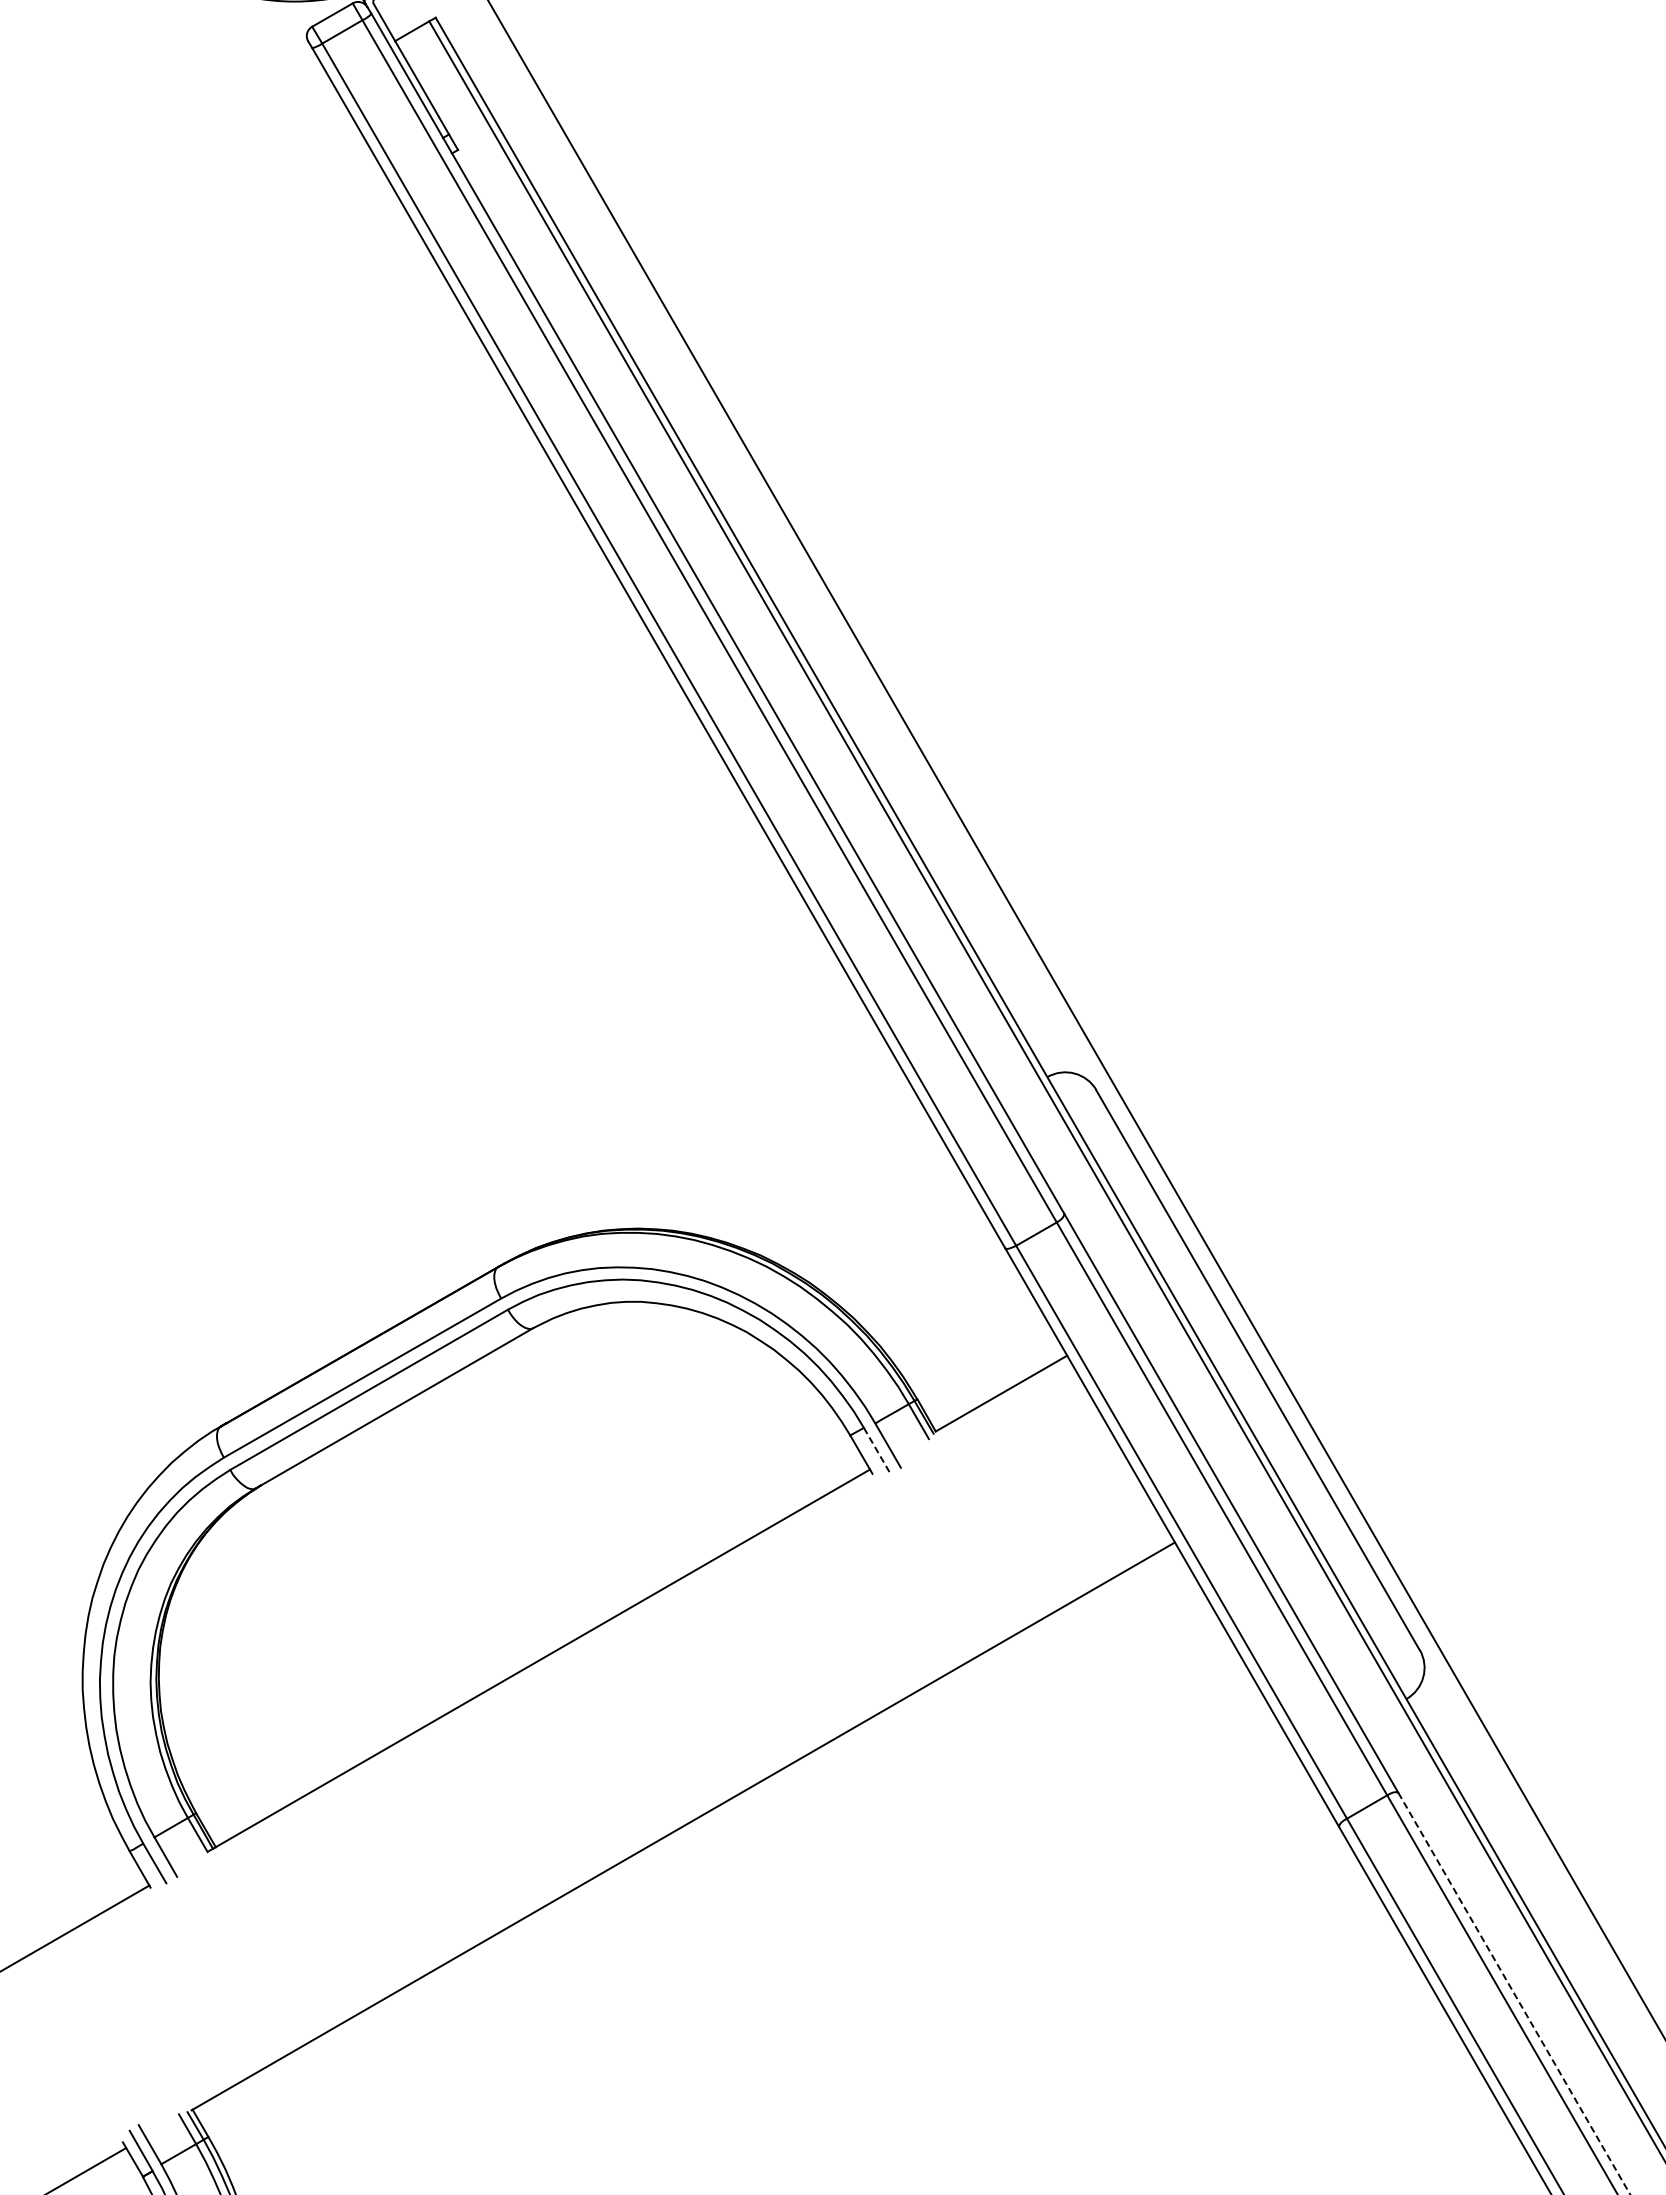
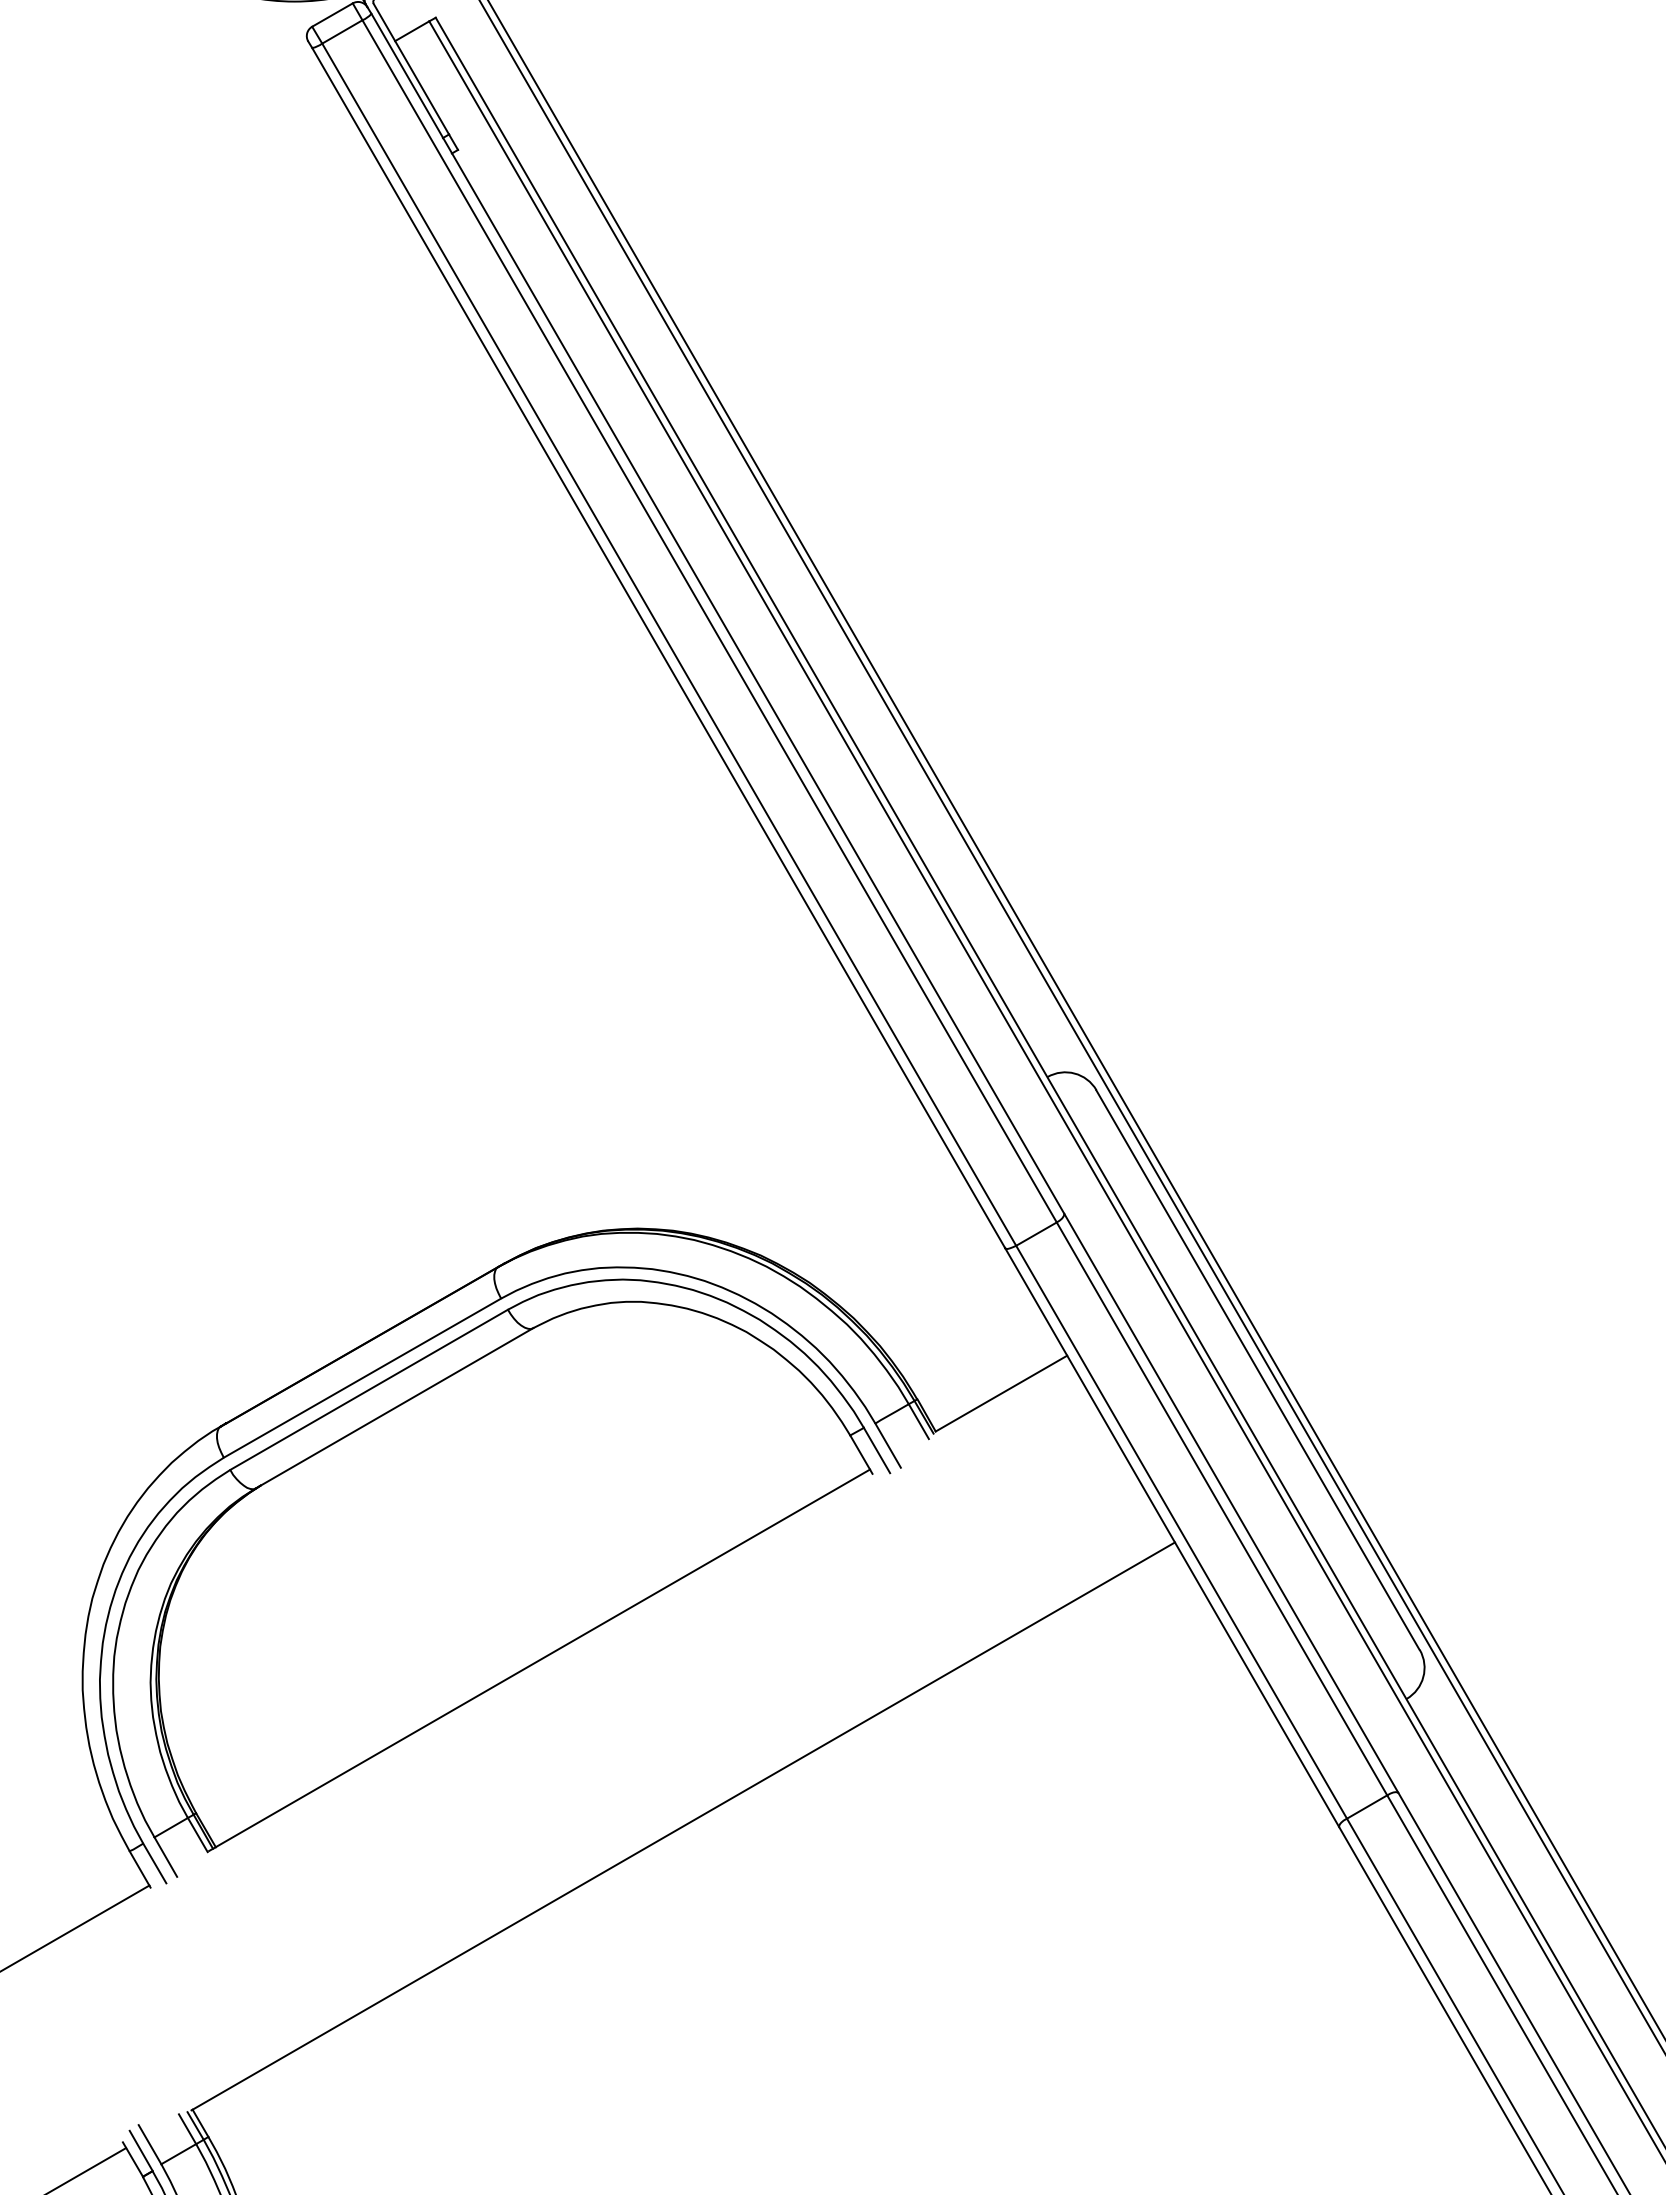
line at (1071, 1025): none -> present
line at (877, 1450): dashed -> solid
line at (1514, 1993): dashed -> solid
